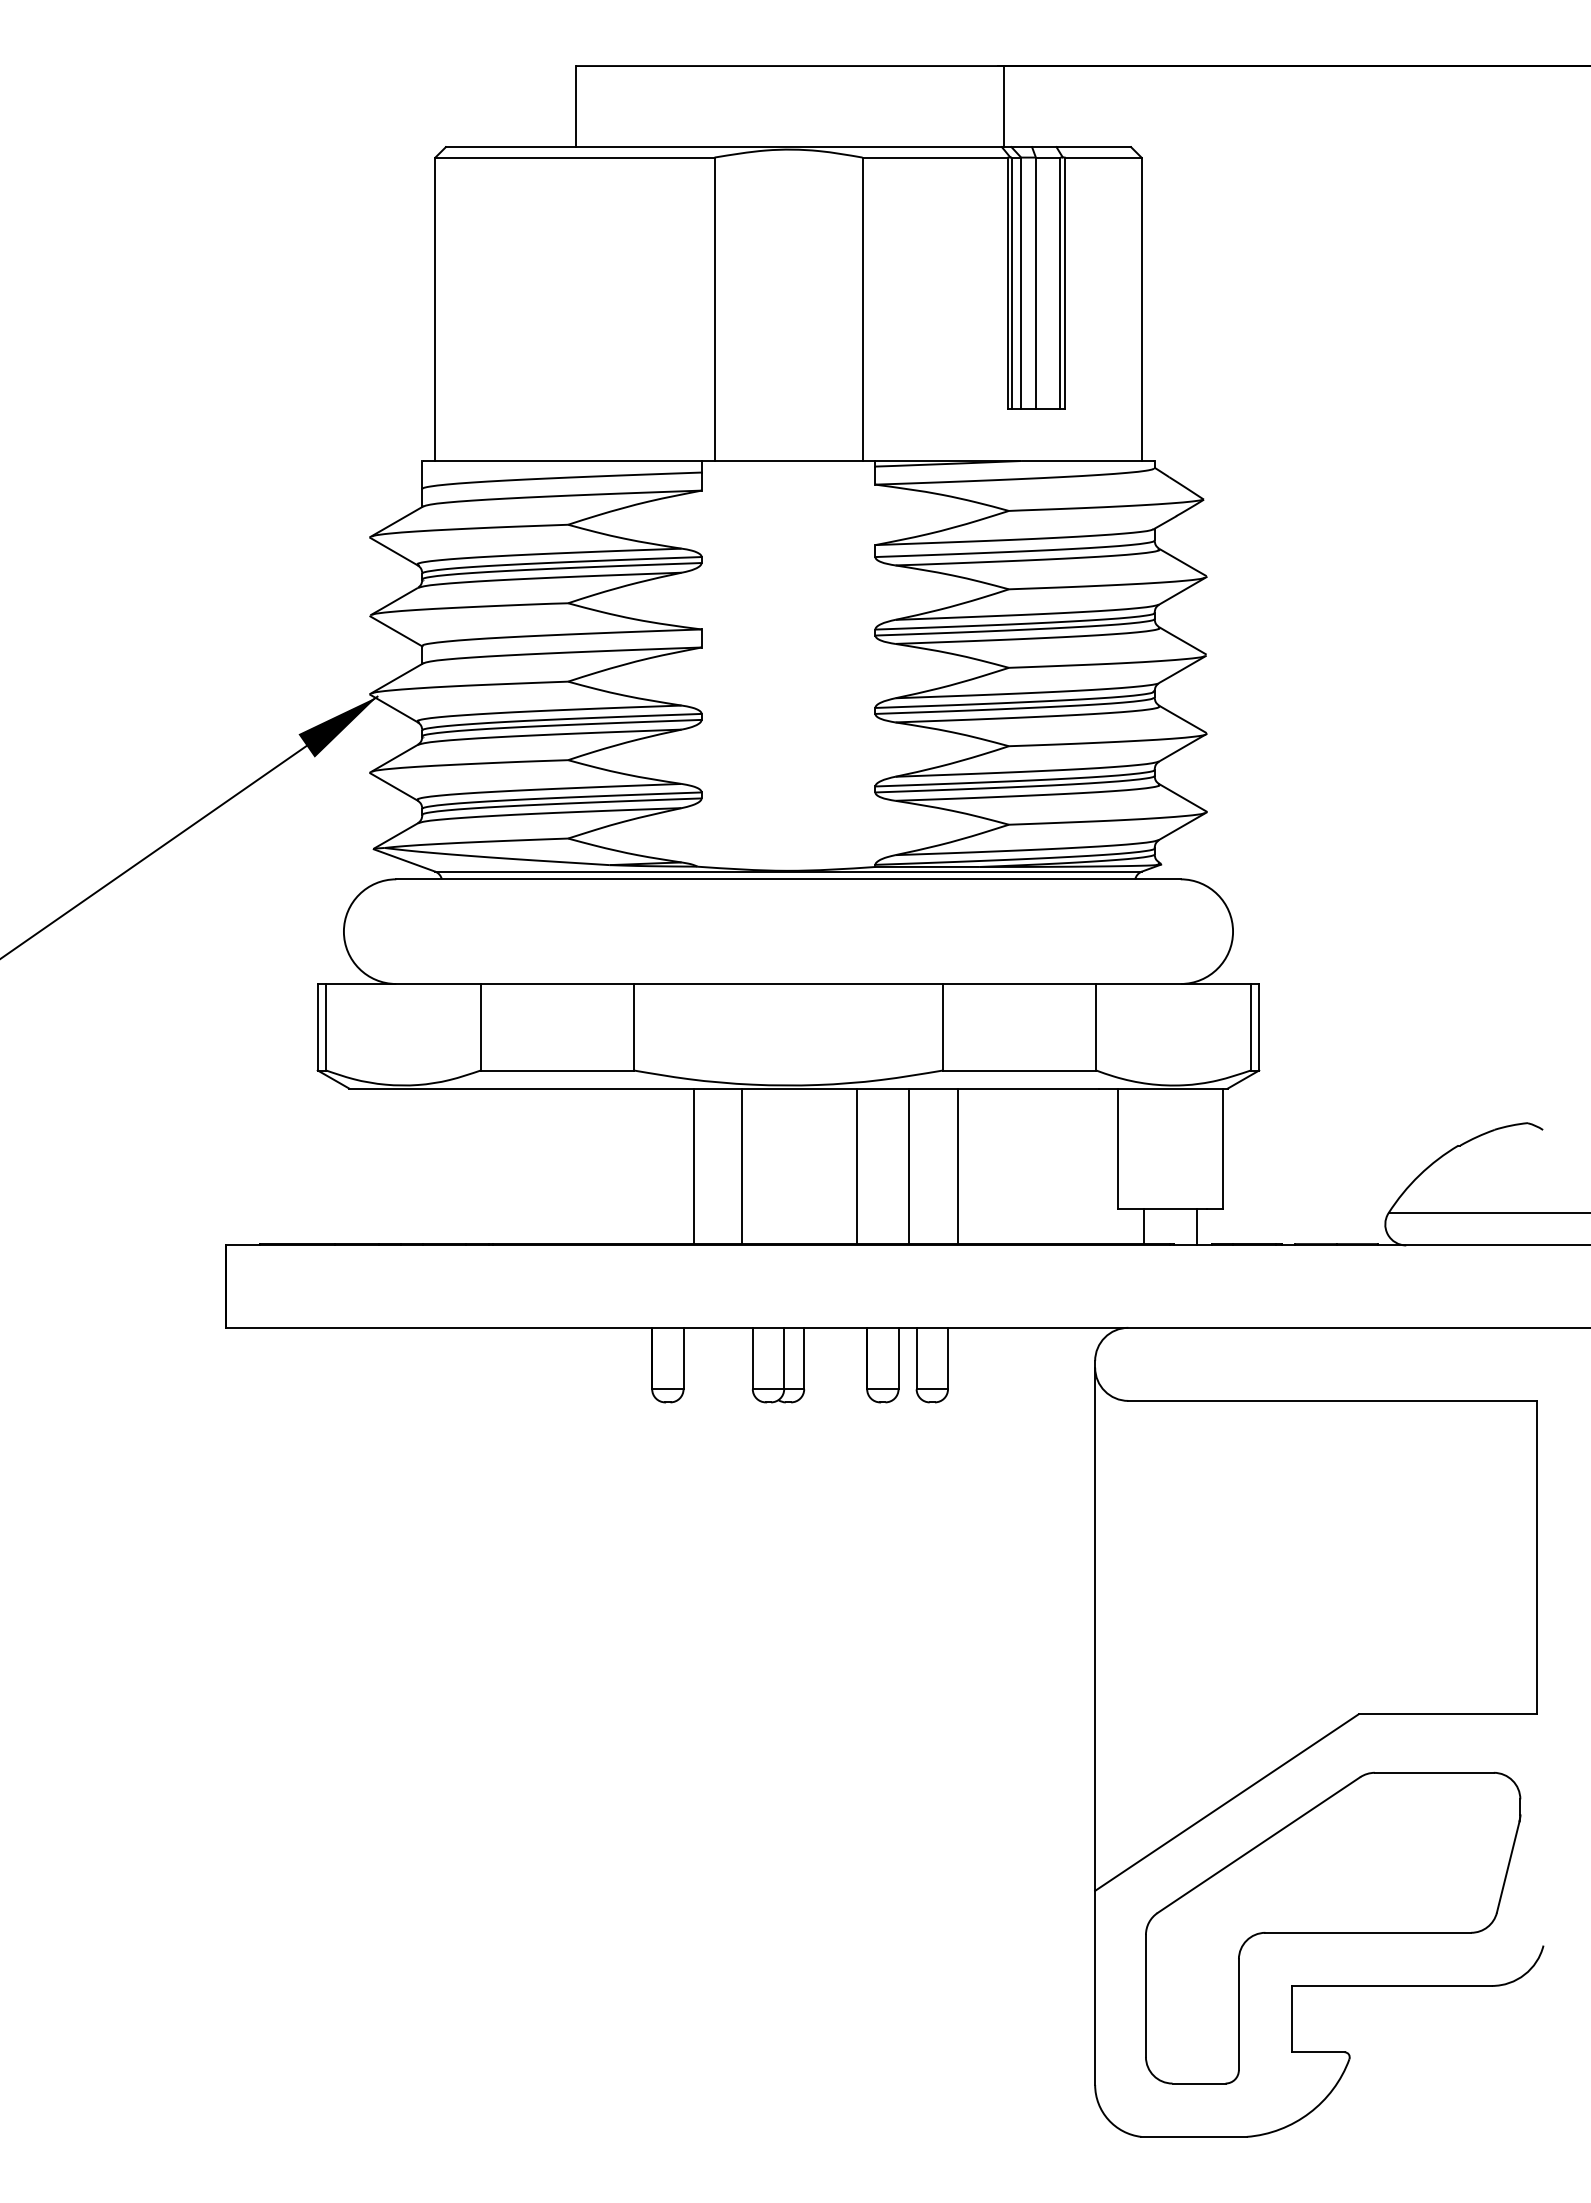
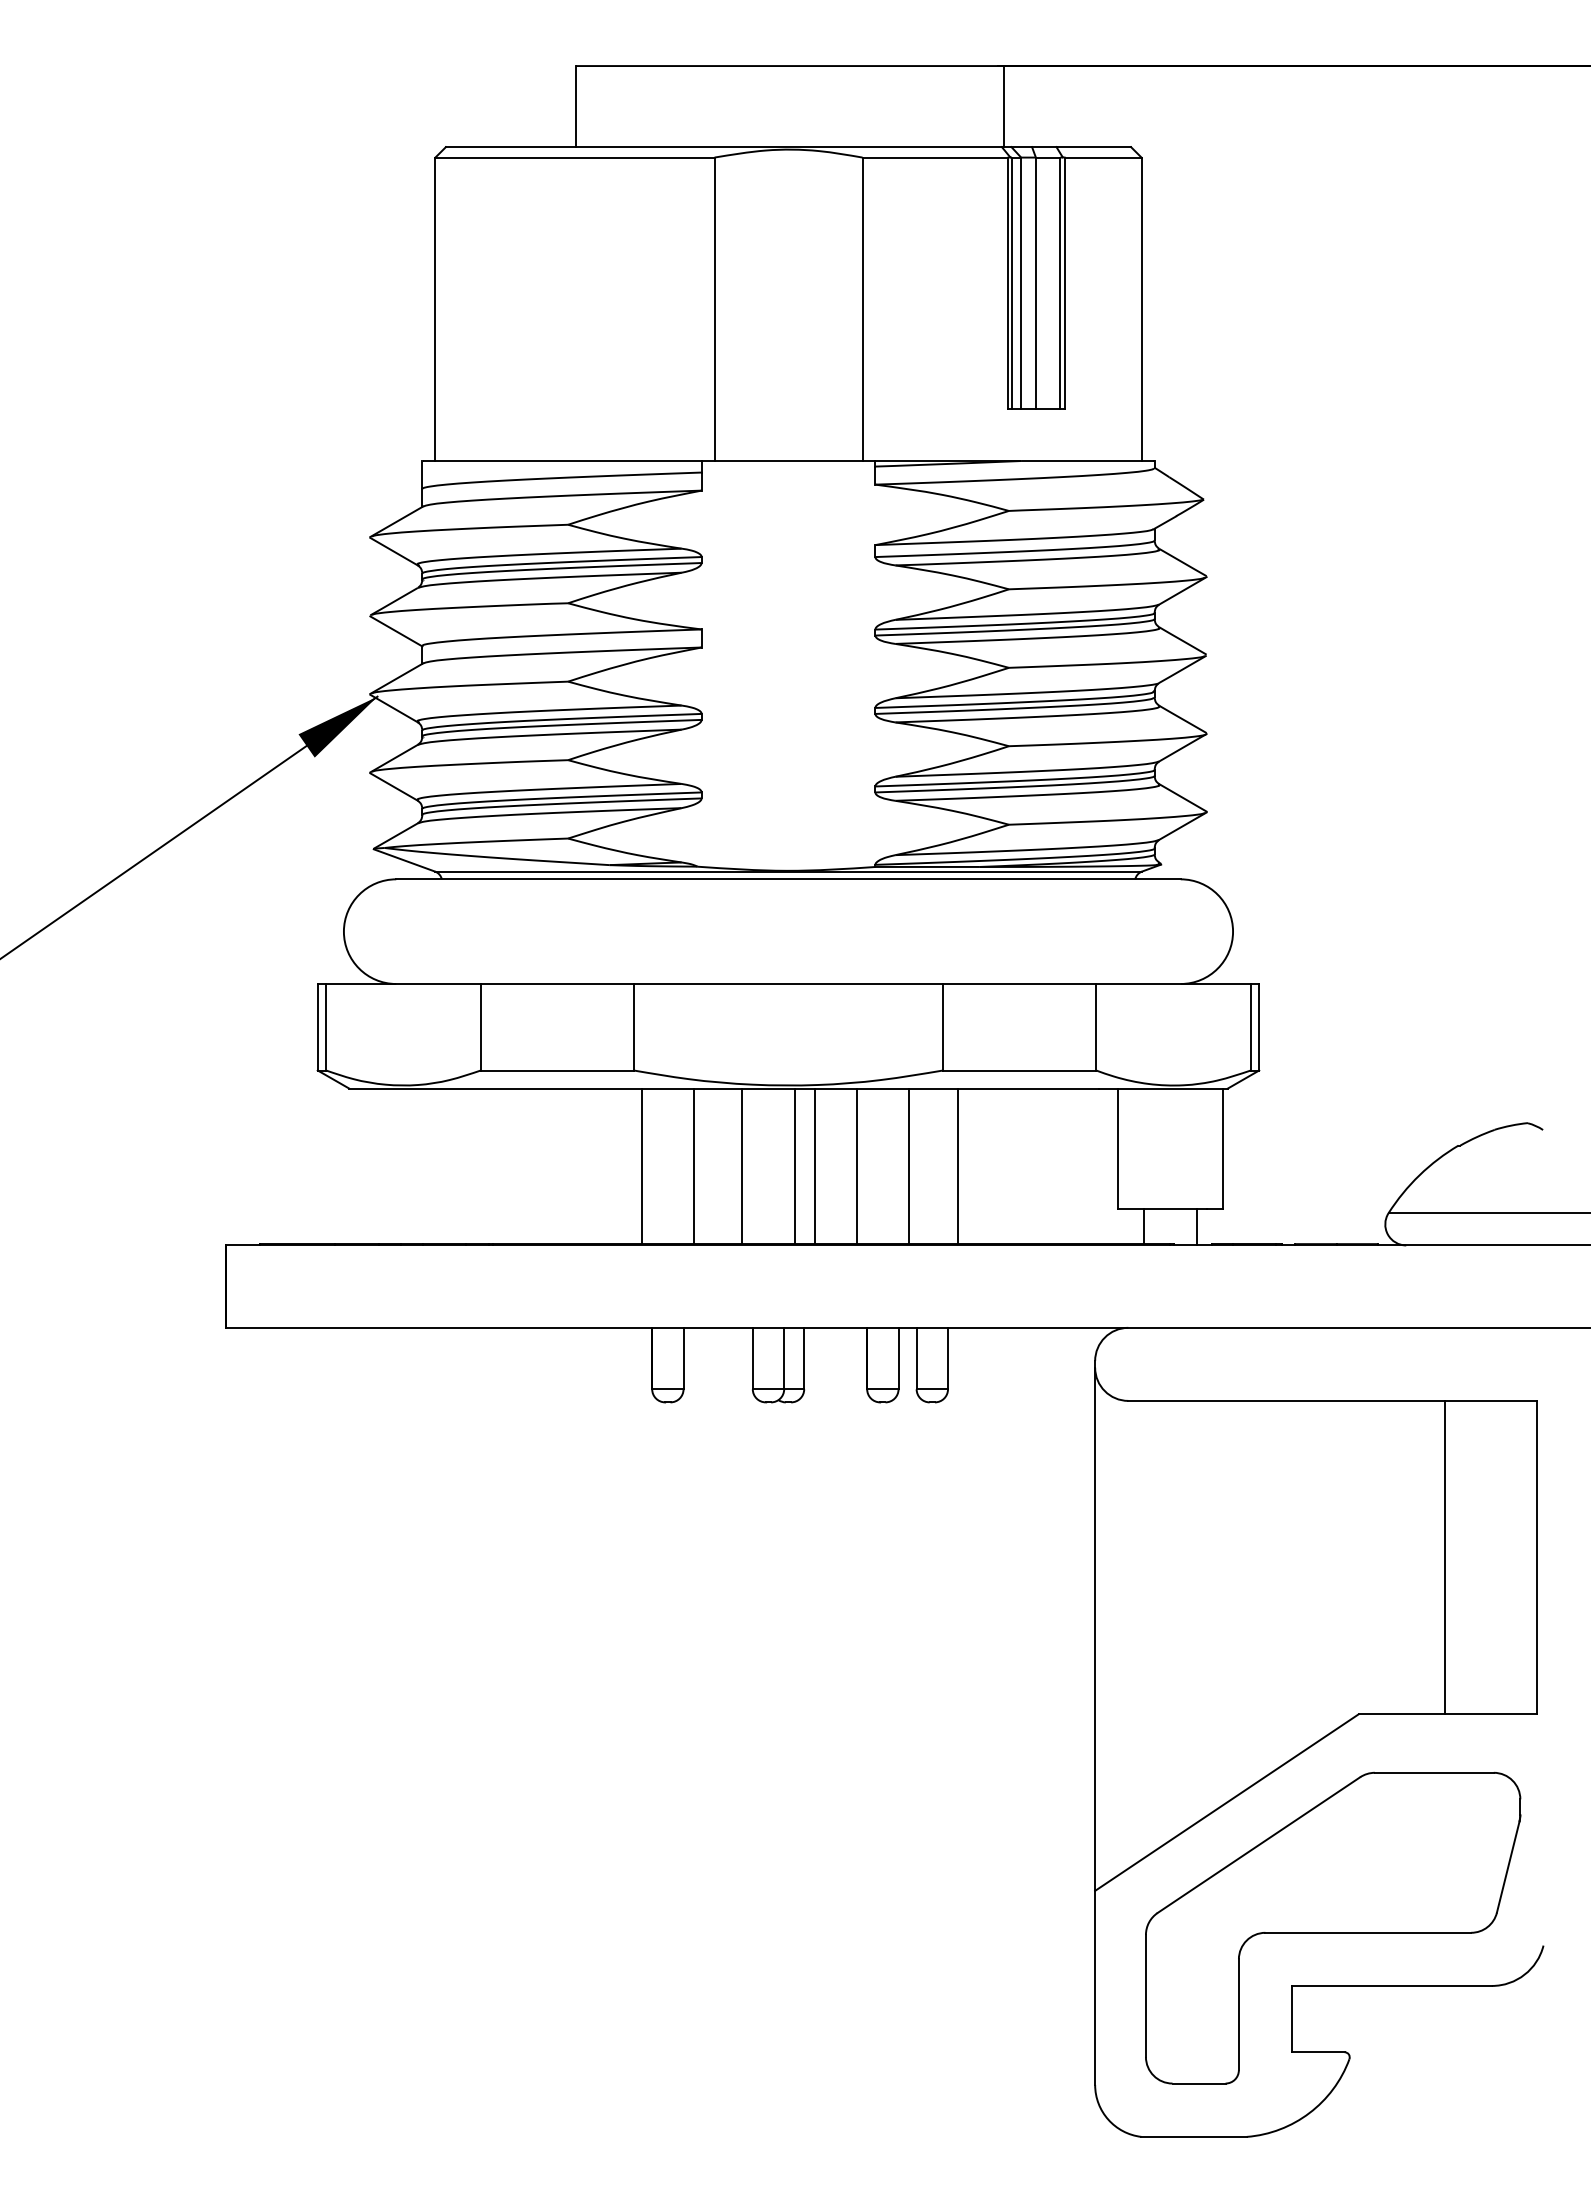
line at (641, 1166): none -> present
line at (794, 1166): none -> present
line at (814, 1166): none -> present
line at (1444, 1557): none -> present
